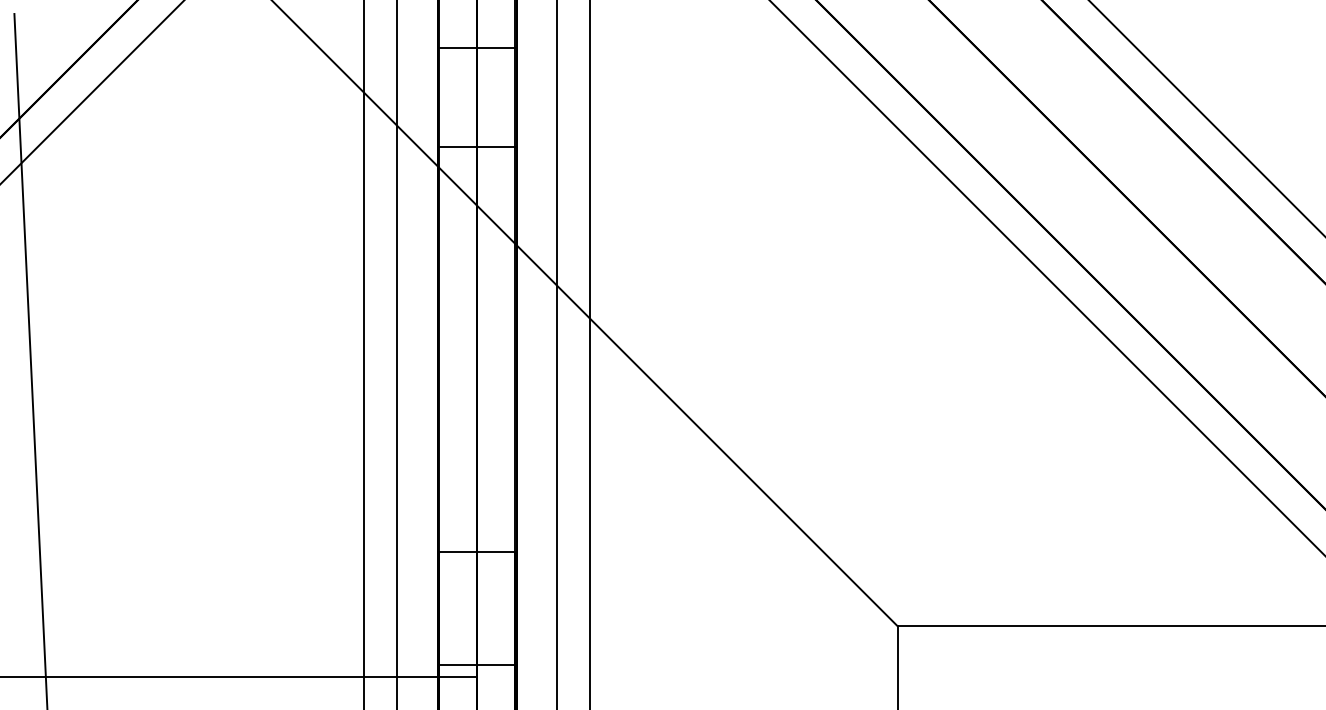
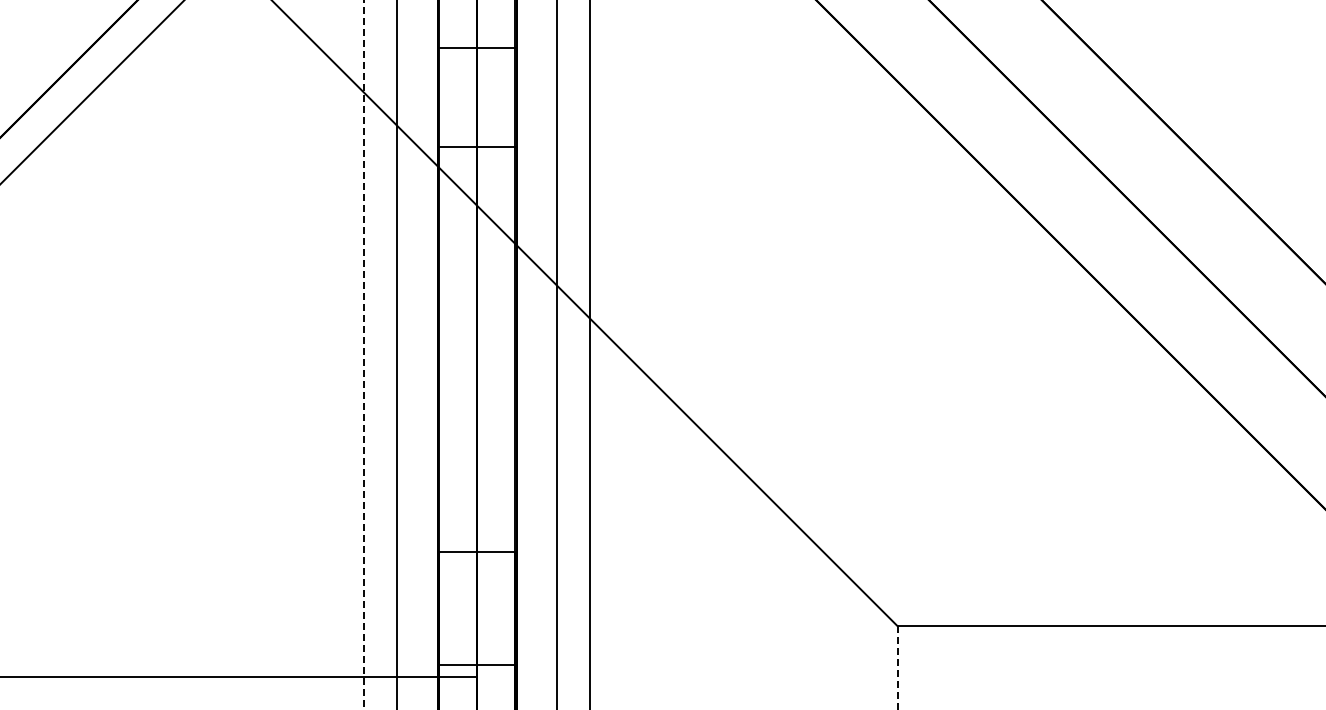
line at (1206, 118): present -> none
line at (1046, 277): present -> none
line at (364, 354): solid -> dashed
line at (30, 360): present -> none
line at (897, 668): solid -> dashed
